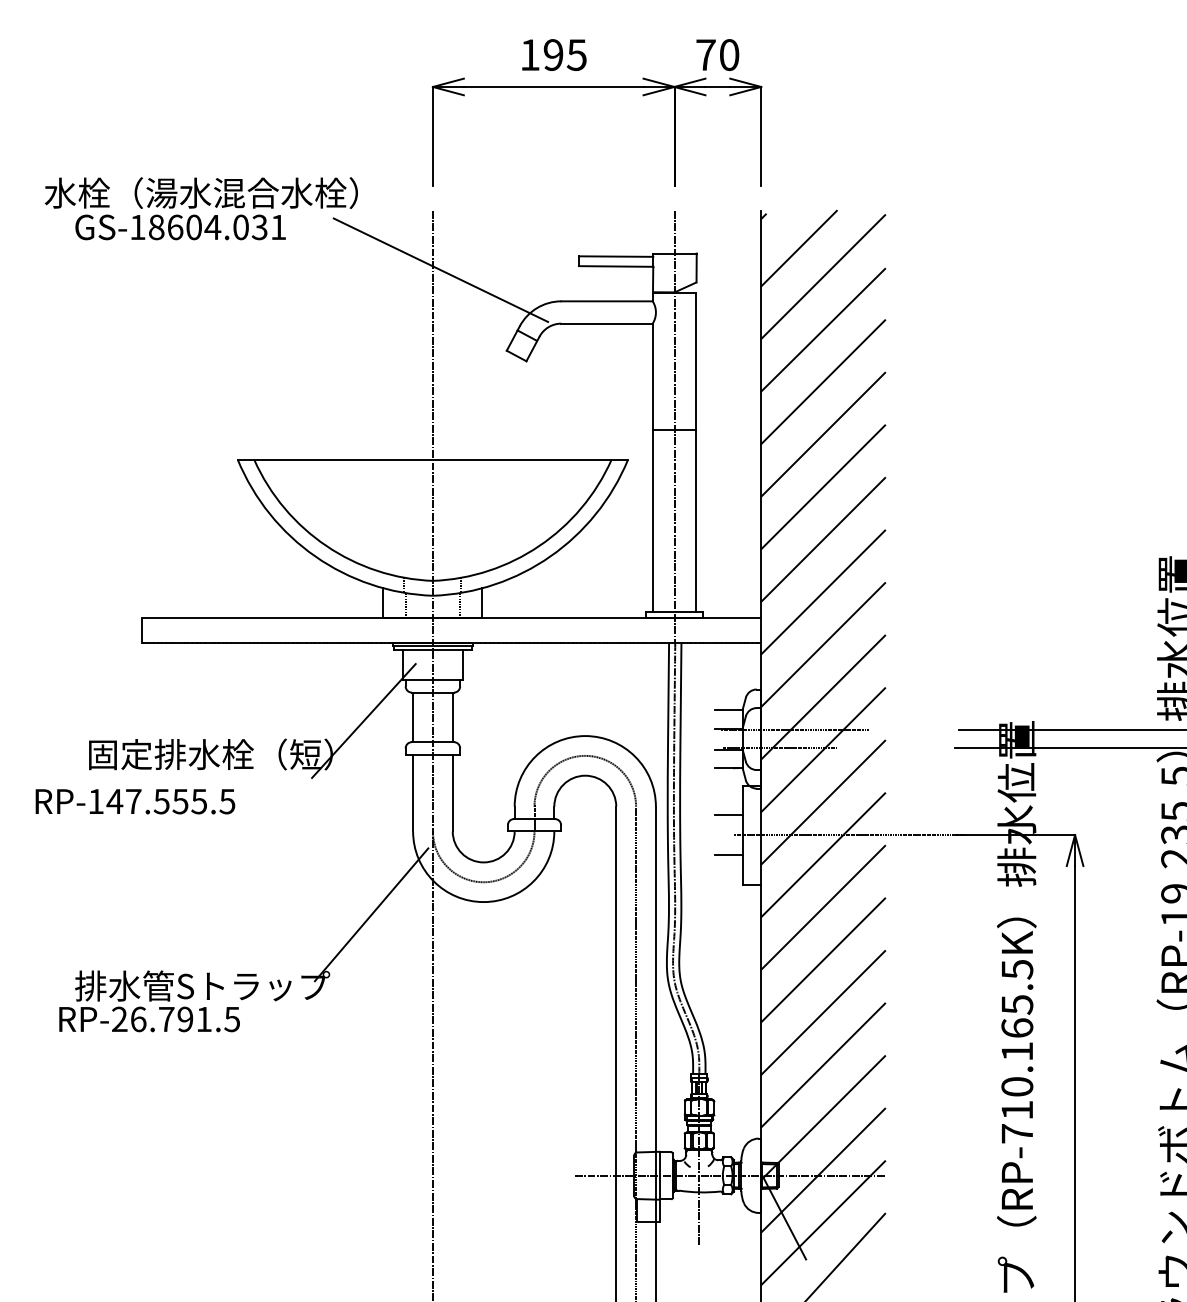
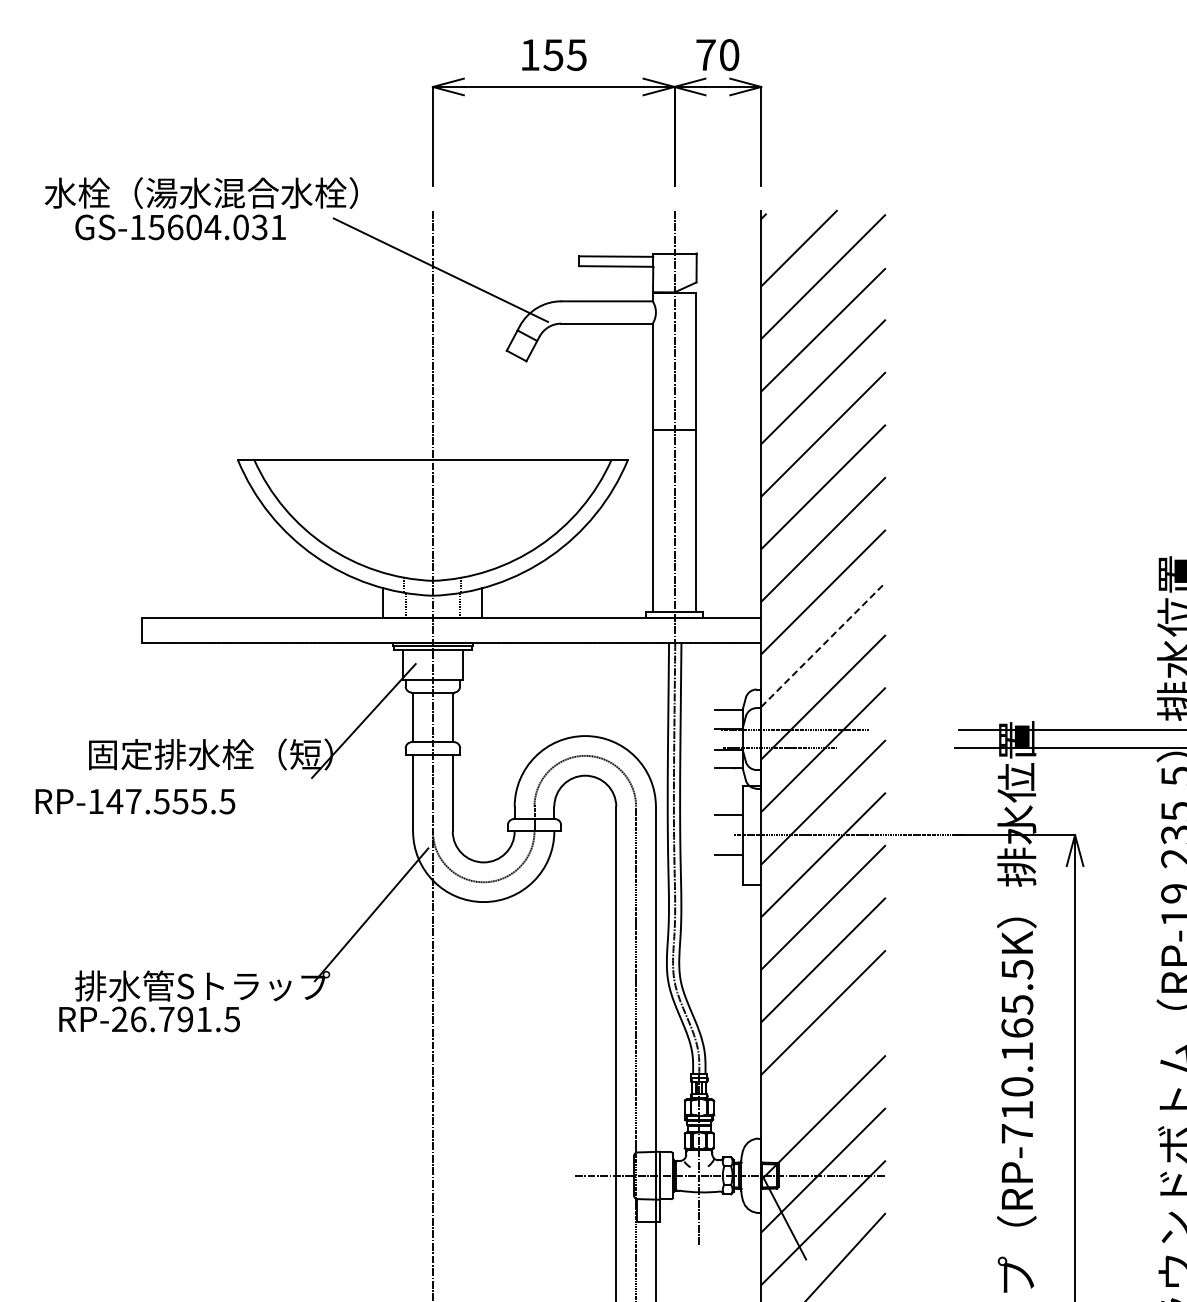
text at (553, 54): 195 -> 155
text at (156, 227): GS-18604.031 -> GS-15604.031
line at (823, 645): solid -> dashed
line at (823, 1065): present -> none
